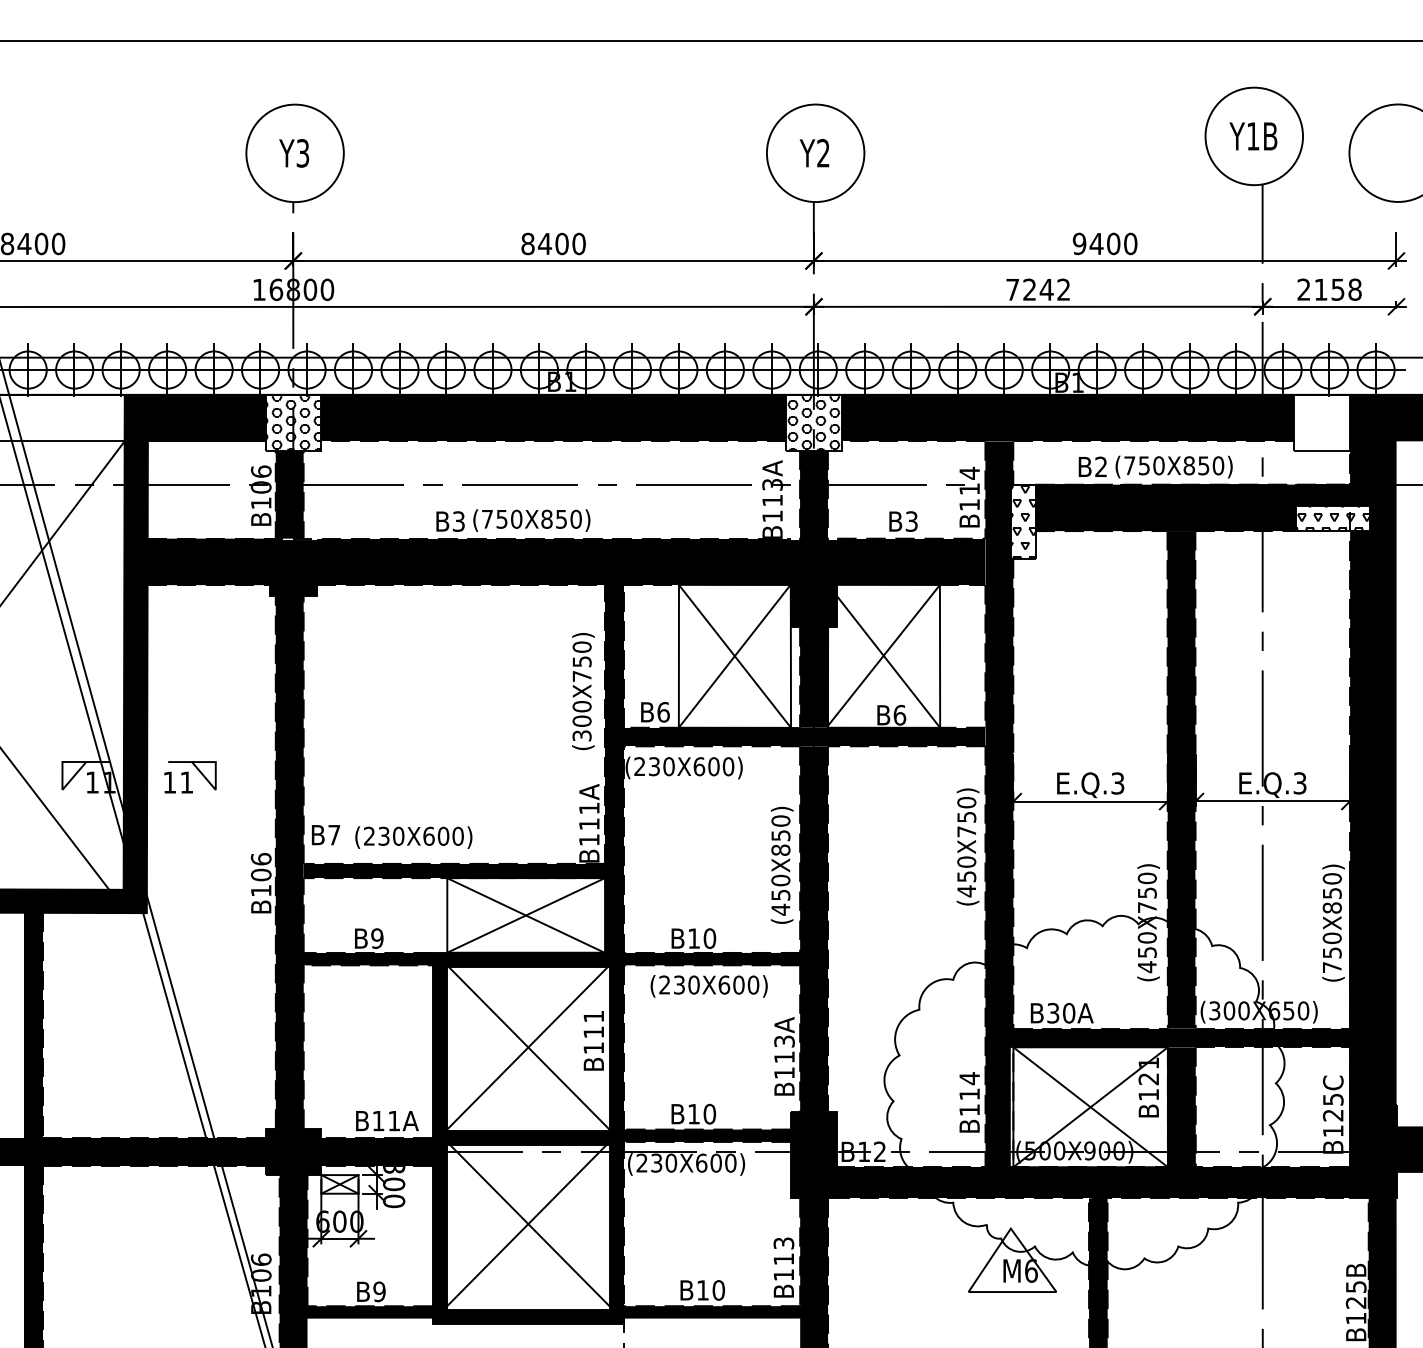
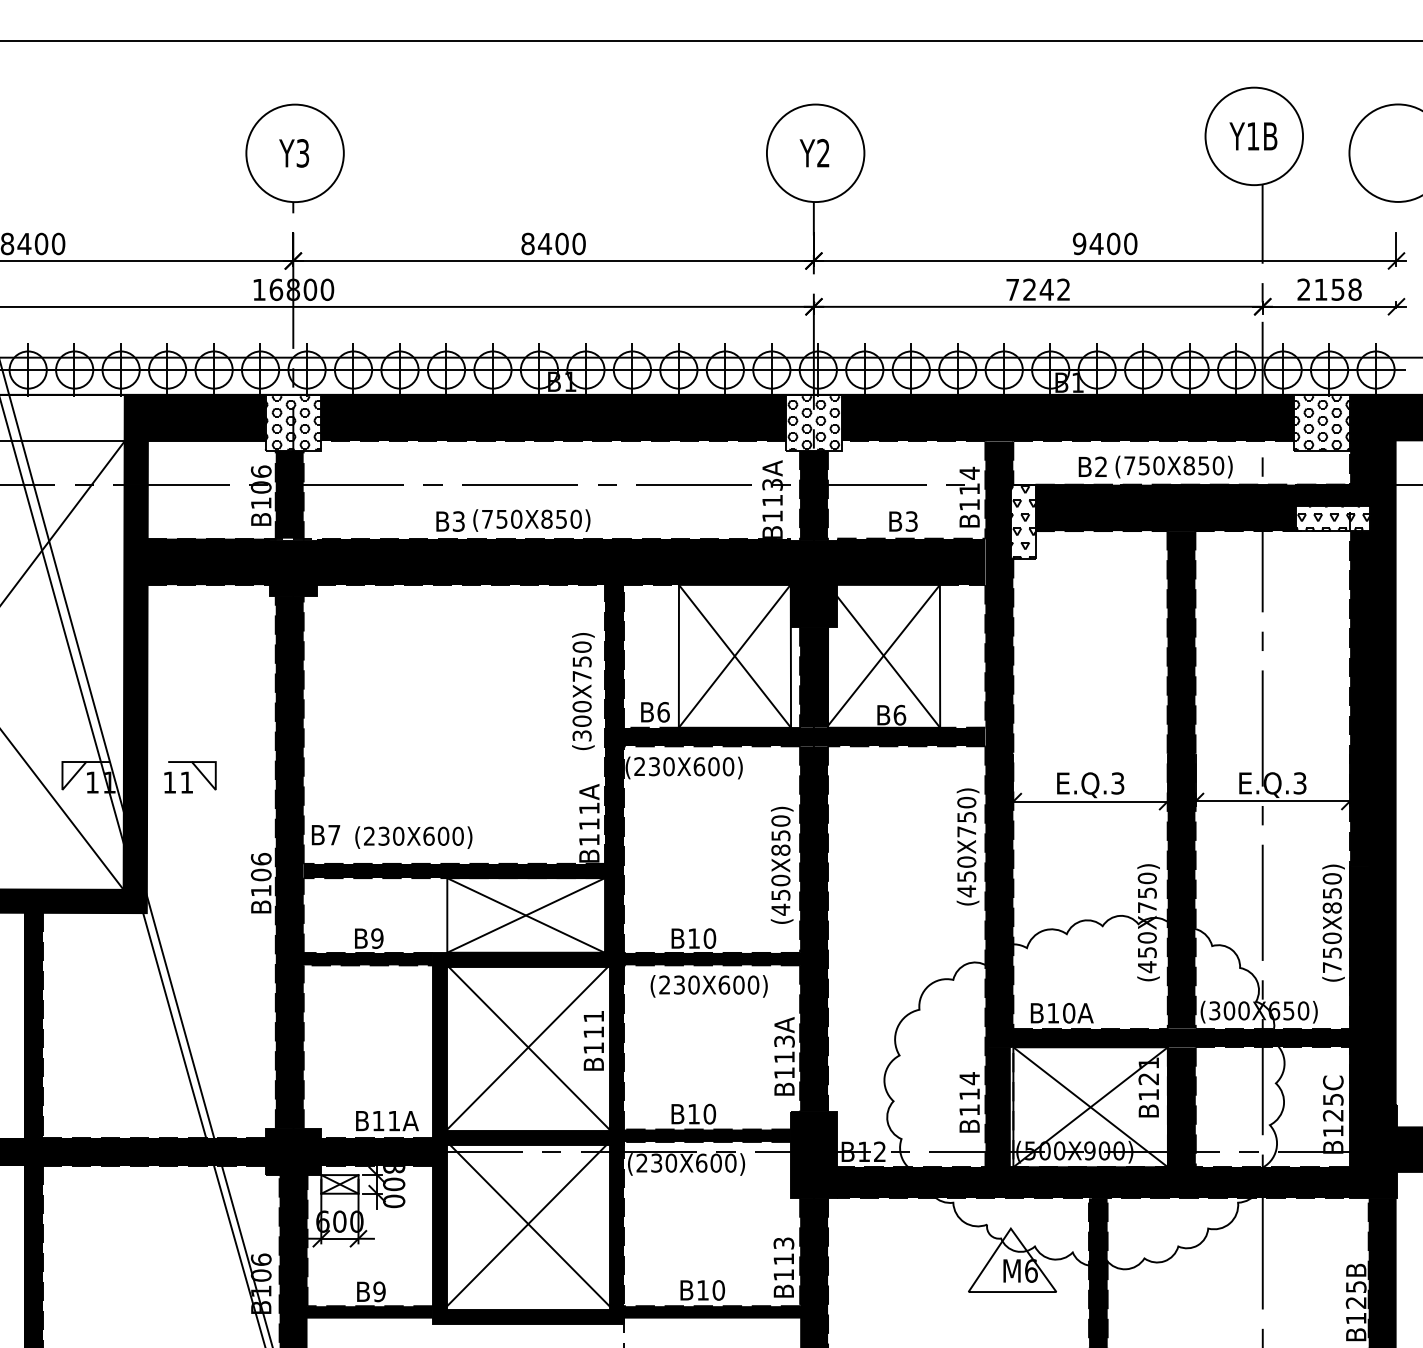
hatch at (1322, 422): none -> present
line at (58, 823) position: (58, 823) -> (62, 810)
text at (1053, 1012): B30A -> B10A
